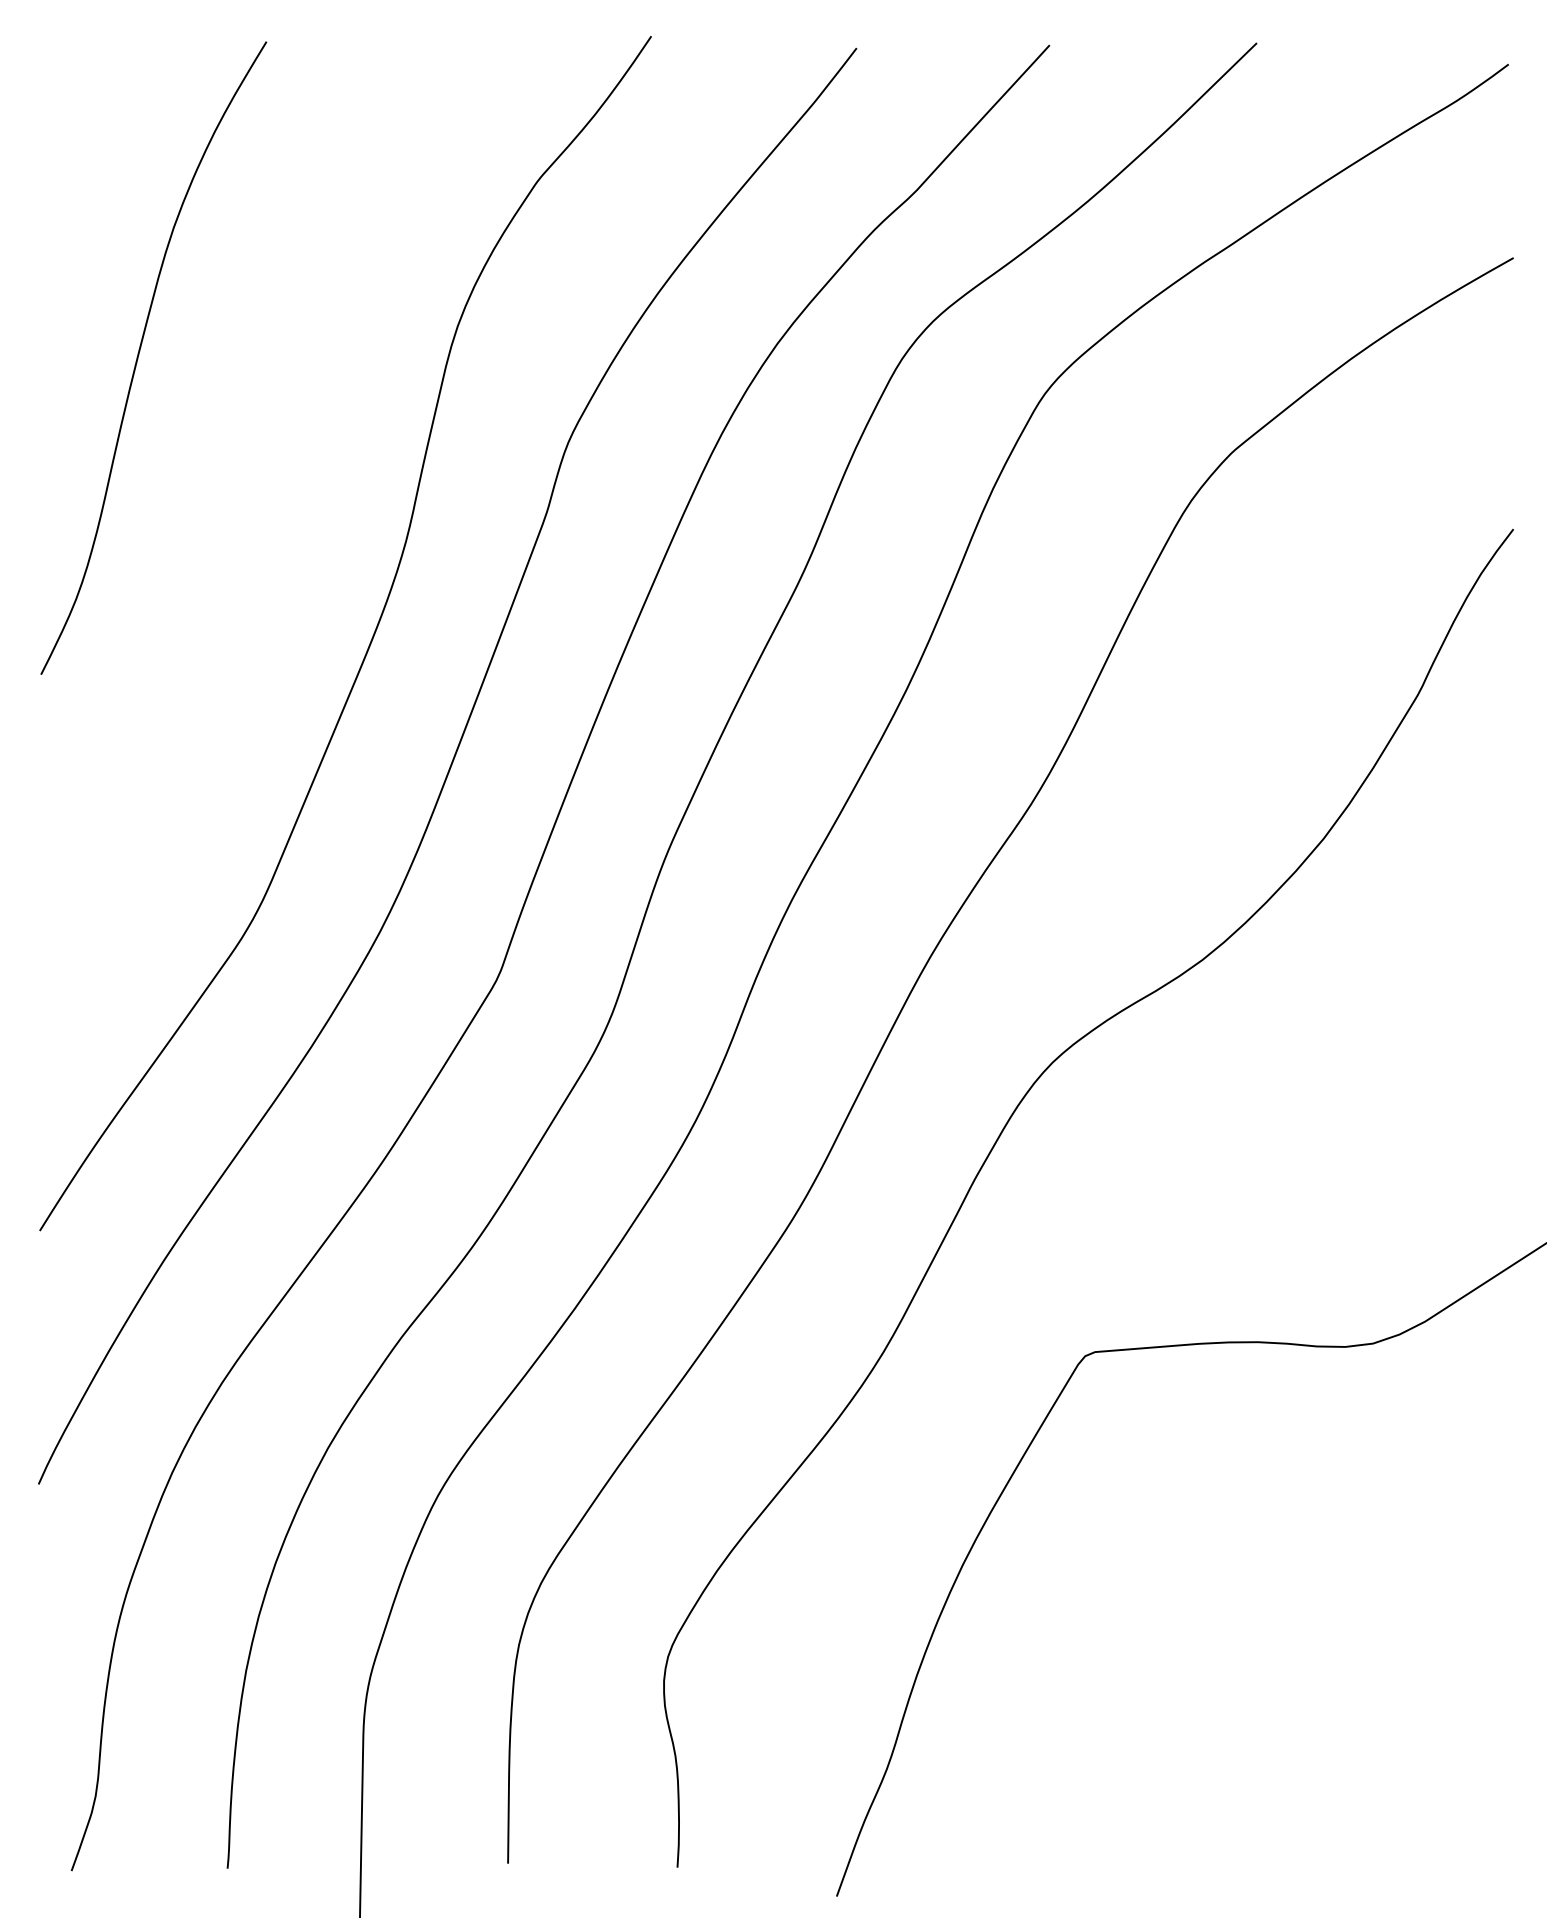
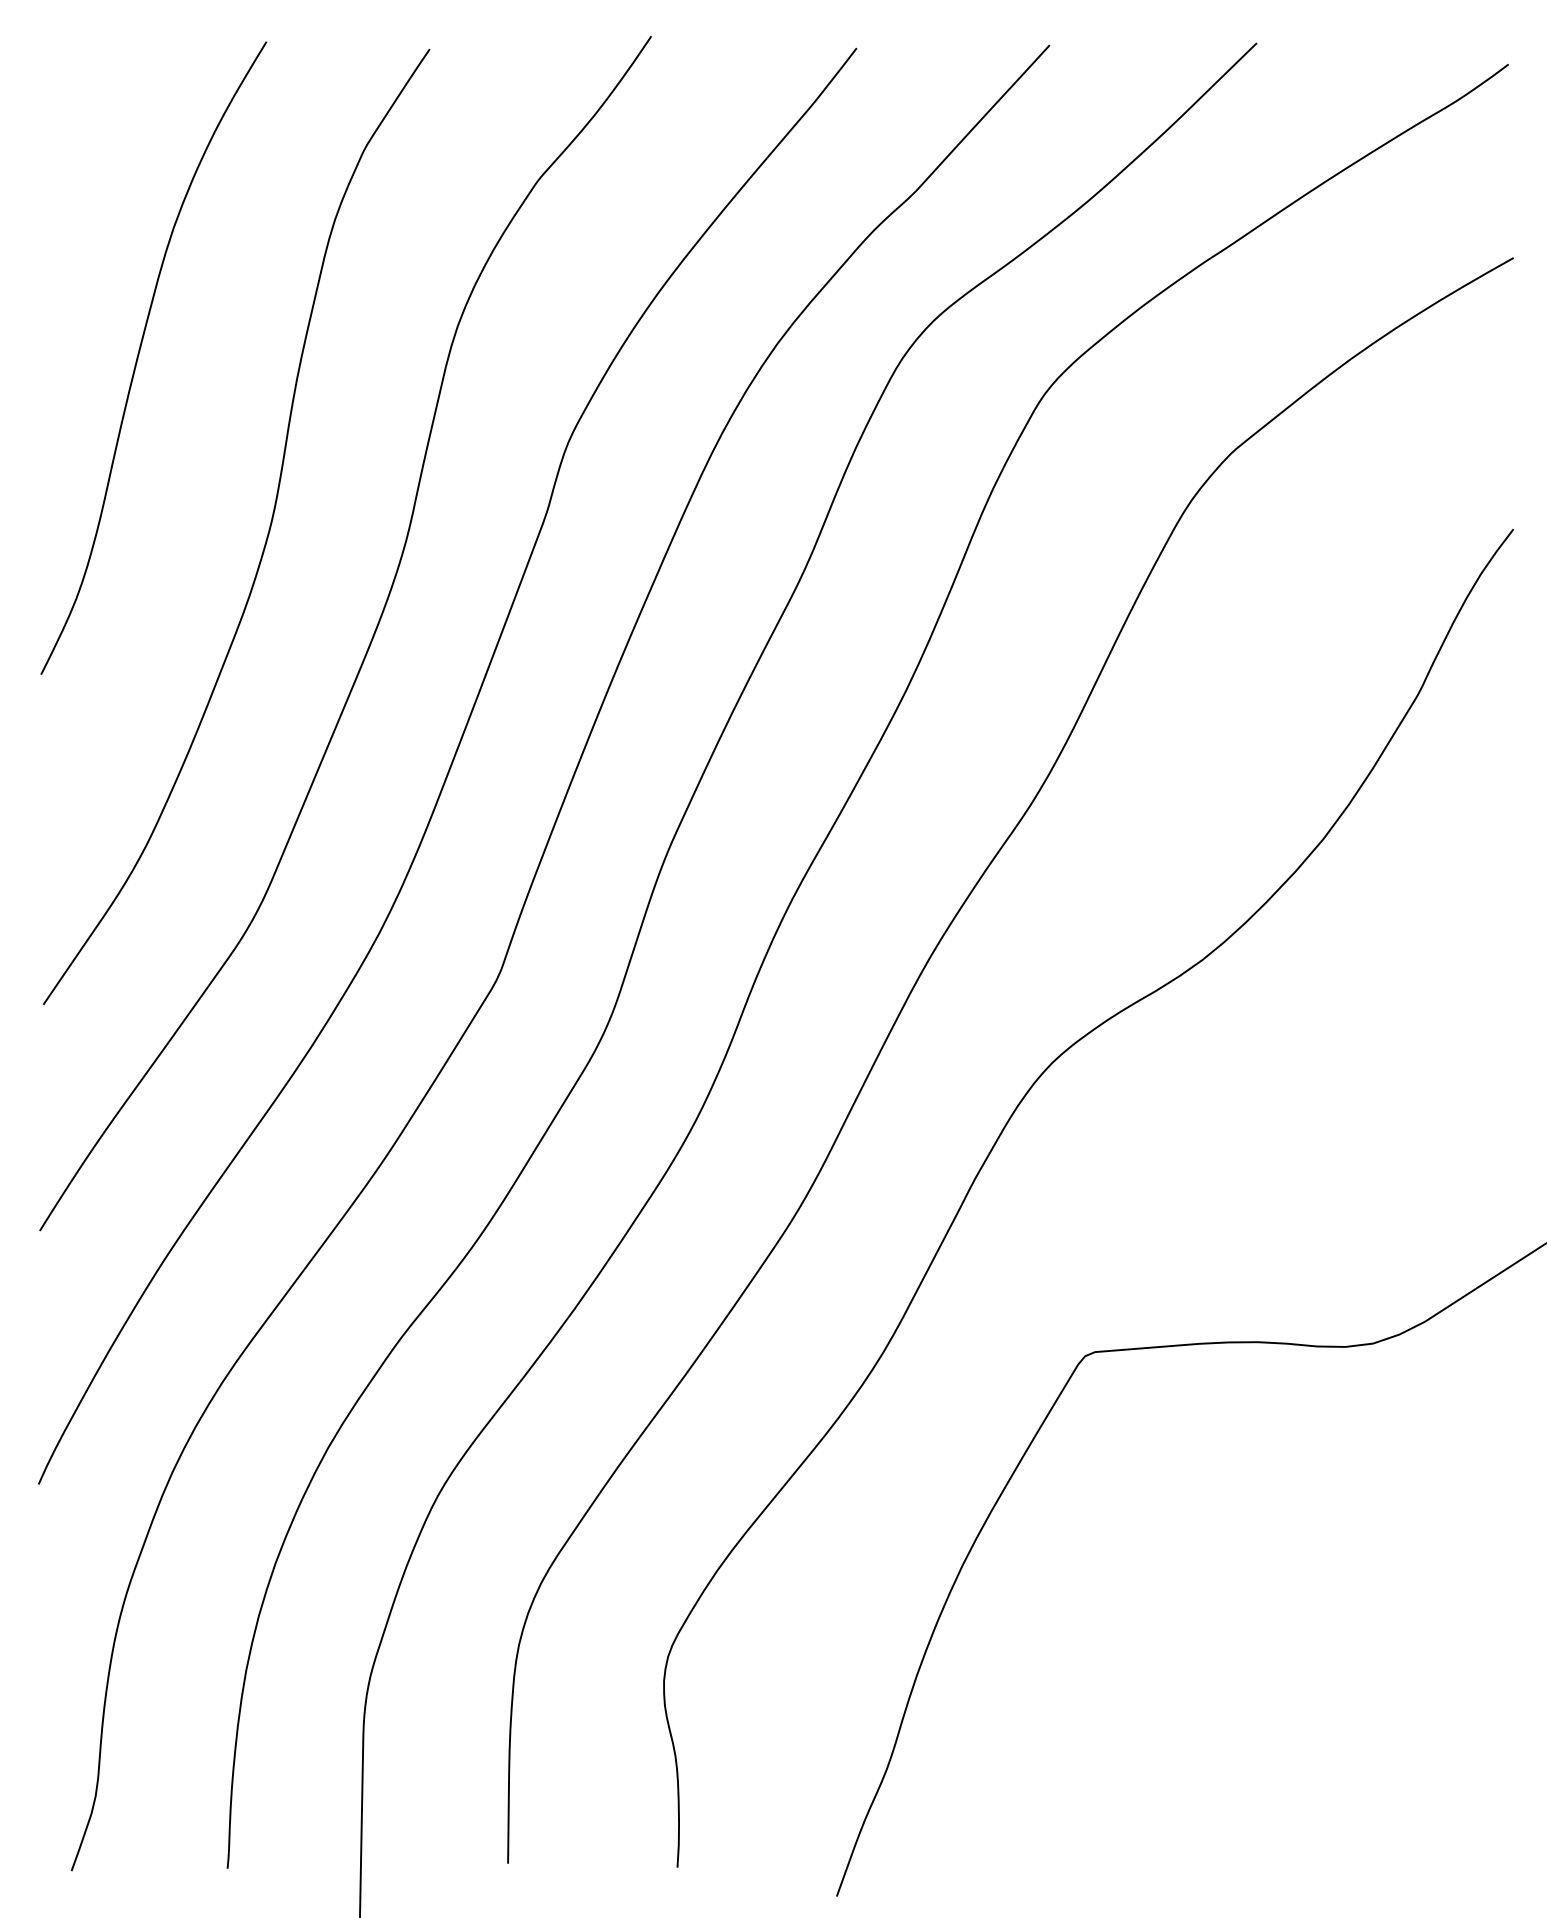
curve at (266, 536): none -> present
